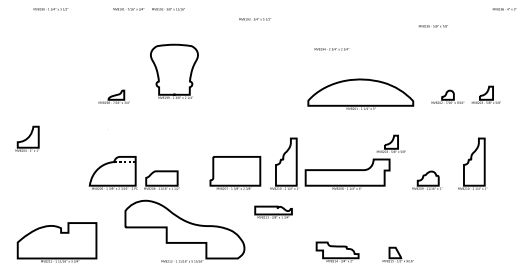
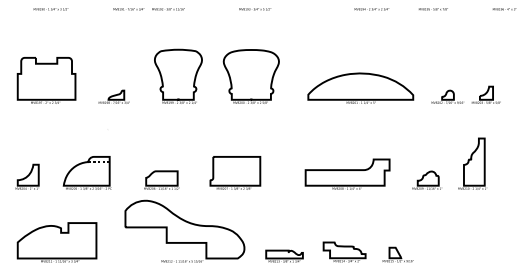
text at (255, 19) position: (255, 19) -> (255, 9)
text at (432, 26) position: (432, 26) -> (432, 9)
text at (331, 49) position: (331, 49) -> (371, 9)
part at (174, 70) position: (174, 70) -> (178, 75)
part at (250, 76): none -> present
part at (46, 80): none -> present
part at (360, 93) position: (360, 93) -> (360, 87)
part at (27, 138) position: (27, 138) -> (27, 176)
part at (390, 143): present -> none
part at (283, 163): present -> none
part at (112, 172) position: (112, 172) -> (86, 172)
part at (273, 211) position: (273, 211) -> (284, 255)
part at (337, 251) position: (337, 251) -> (344, 251)
